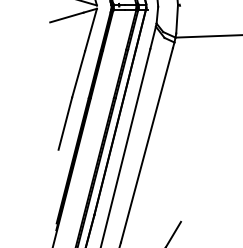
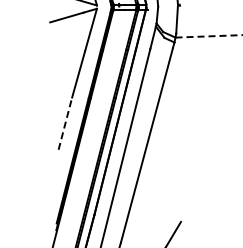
line at (209, 36): solid -> dashed
line at (65, 123): solid -> dashed
